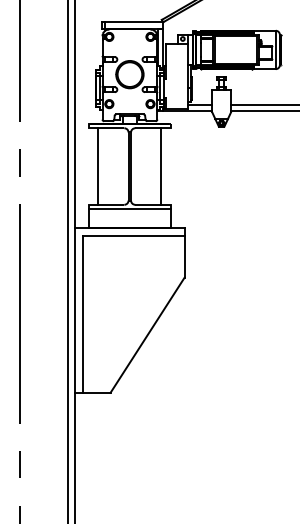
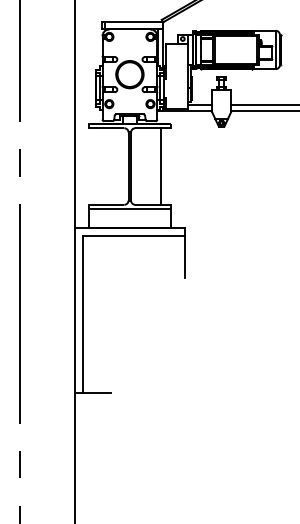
line at (98, 166): present -> none
line at (68, 261): present -> none
line at (147, 334): present -> none
